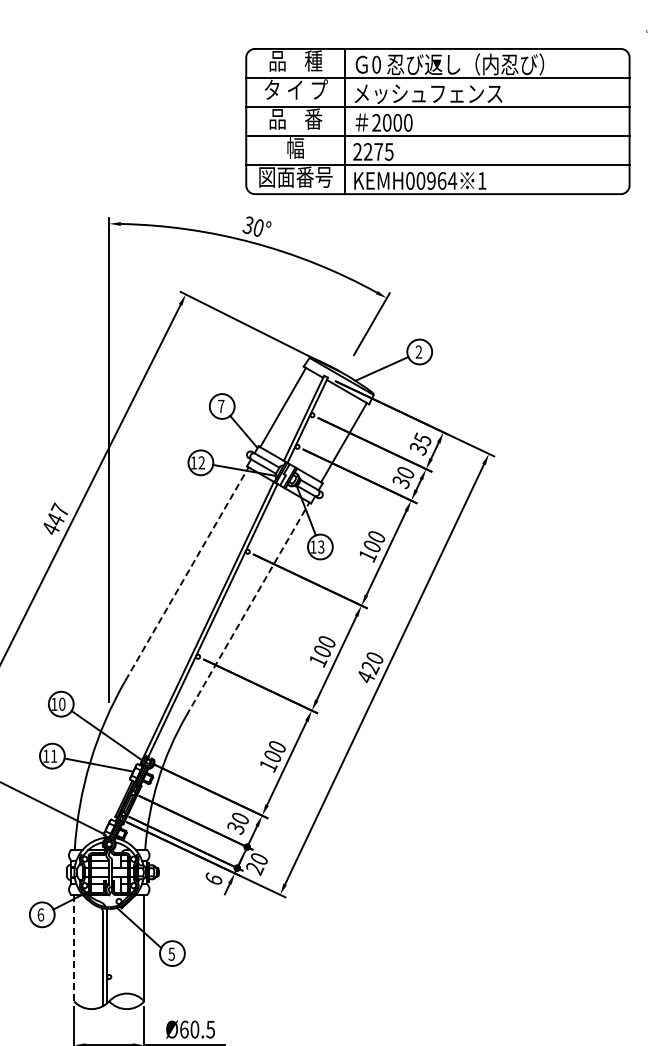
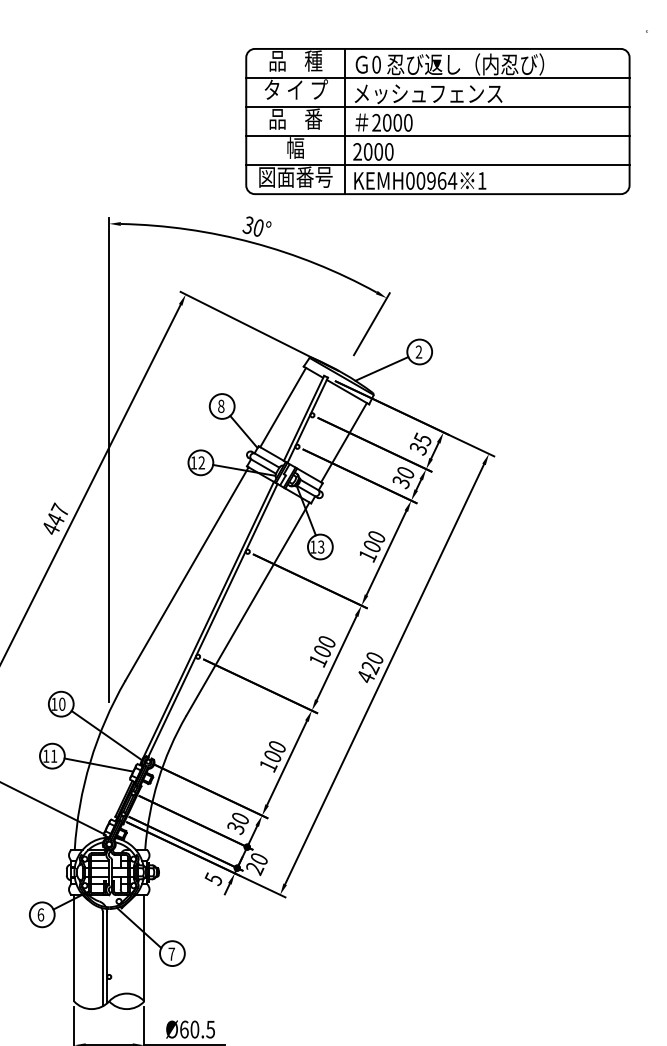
text at (378, 151): 2275 -> 2000
text at (221, 406): 7 -> 8
line at (187, 573): dashed -> solid
line at (248, 608): dashed -> solid
text at (213, 879): 6 -> 5
line at (74, 948): dashed -> solid
text at (171, 953): 5 -> 7
